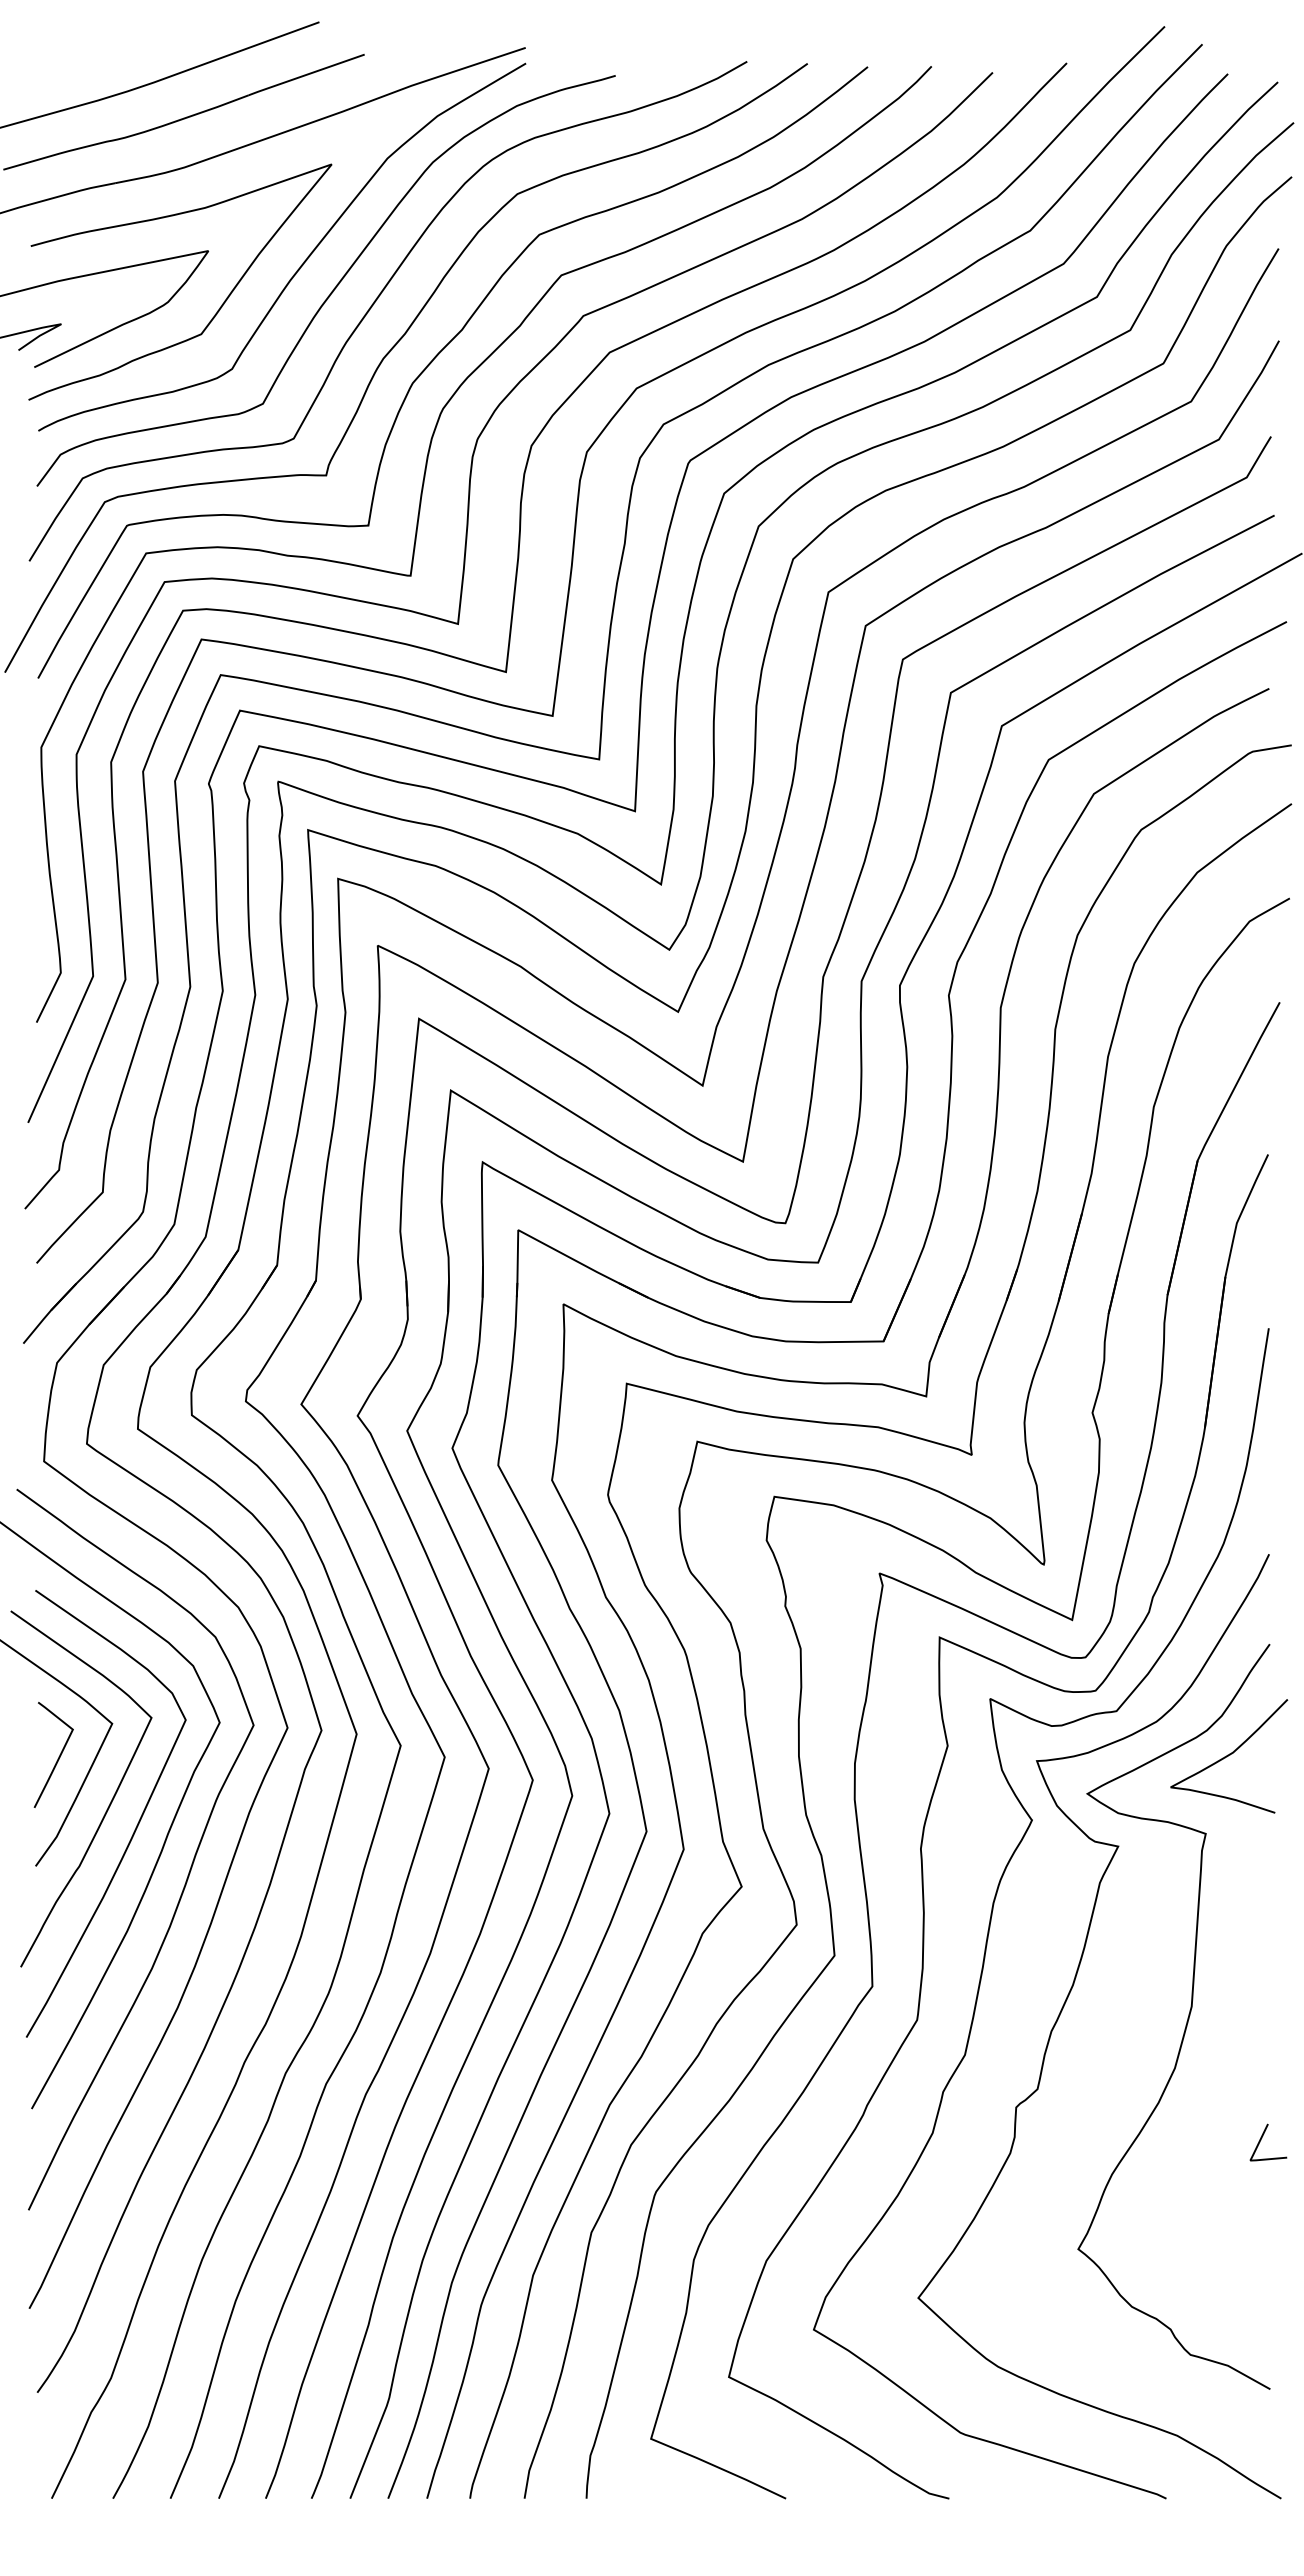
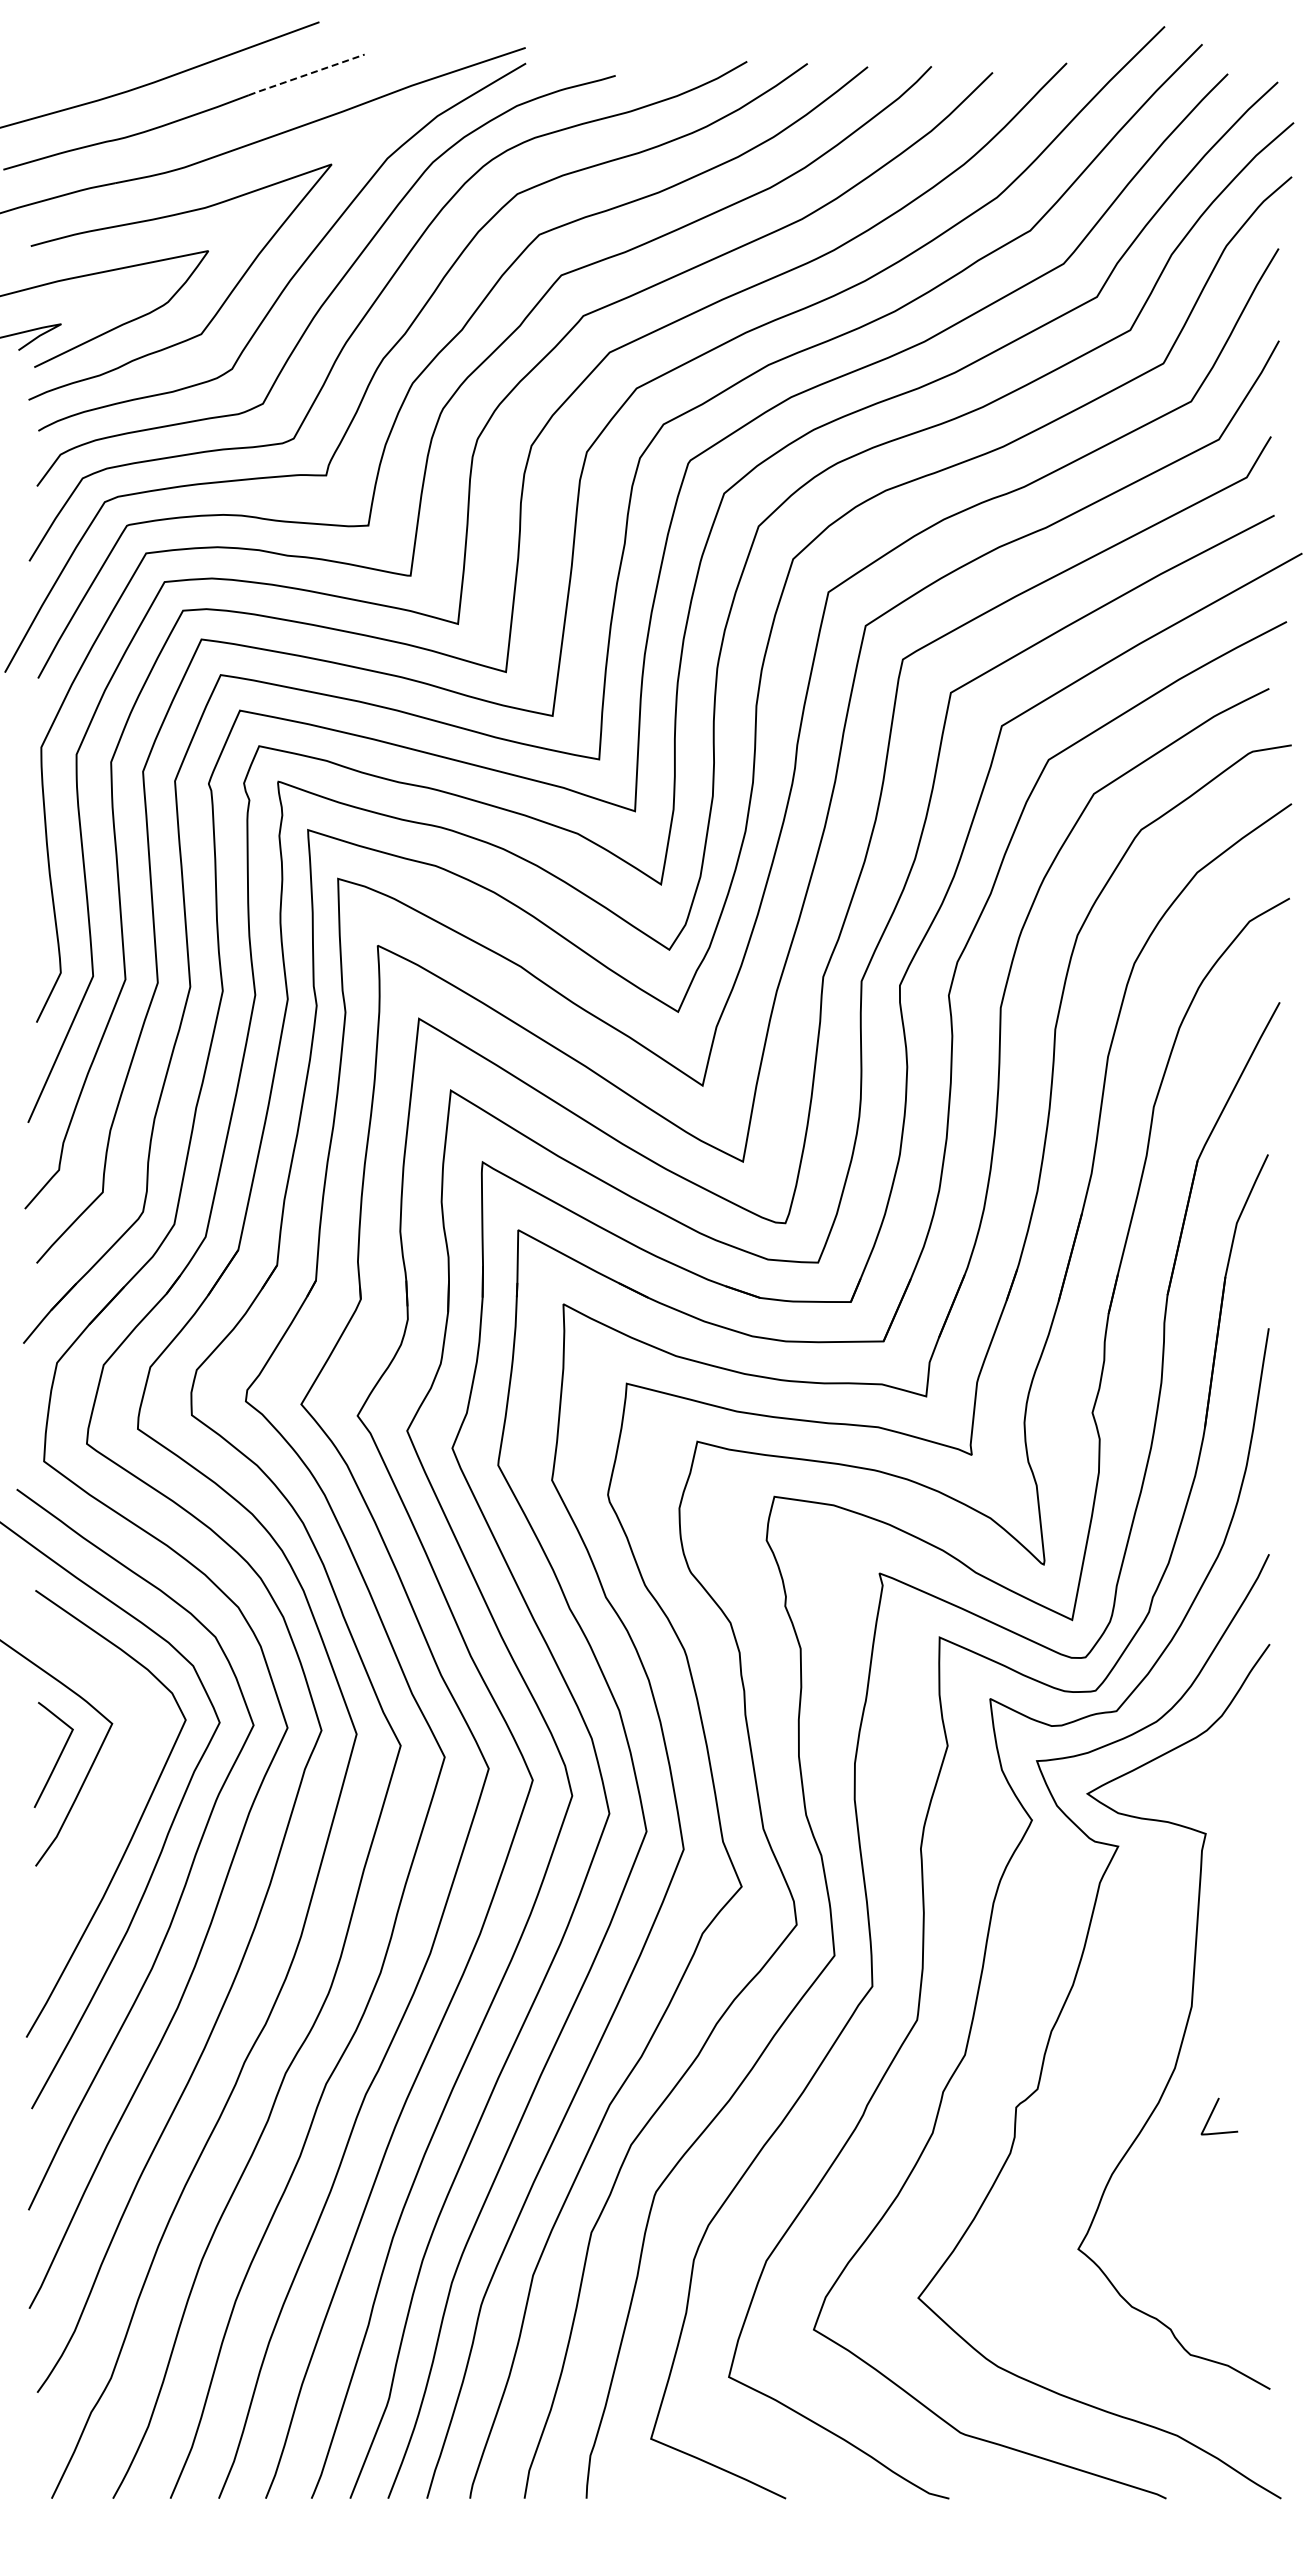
line at (306, 74): solid -> dashed
curve at (1229, 1755): present -> none
curve at (109, 1803): present -> none
line at (1262, 2138) position: (1262, 2138) -> (1213, 2112)
